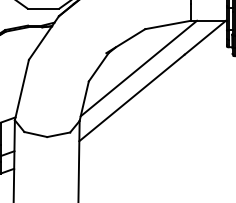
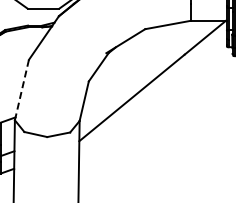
line at (138, 68): present -> none
line at (21, 90): solid -> dashed
